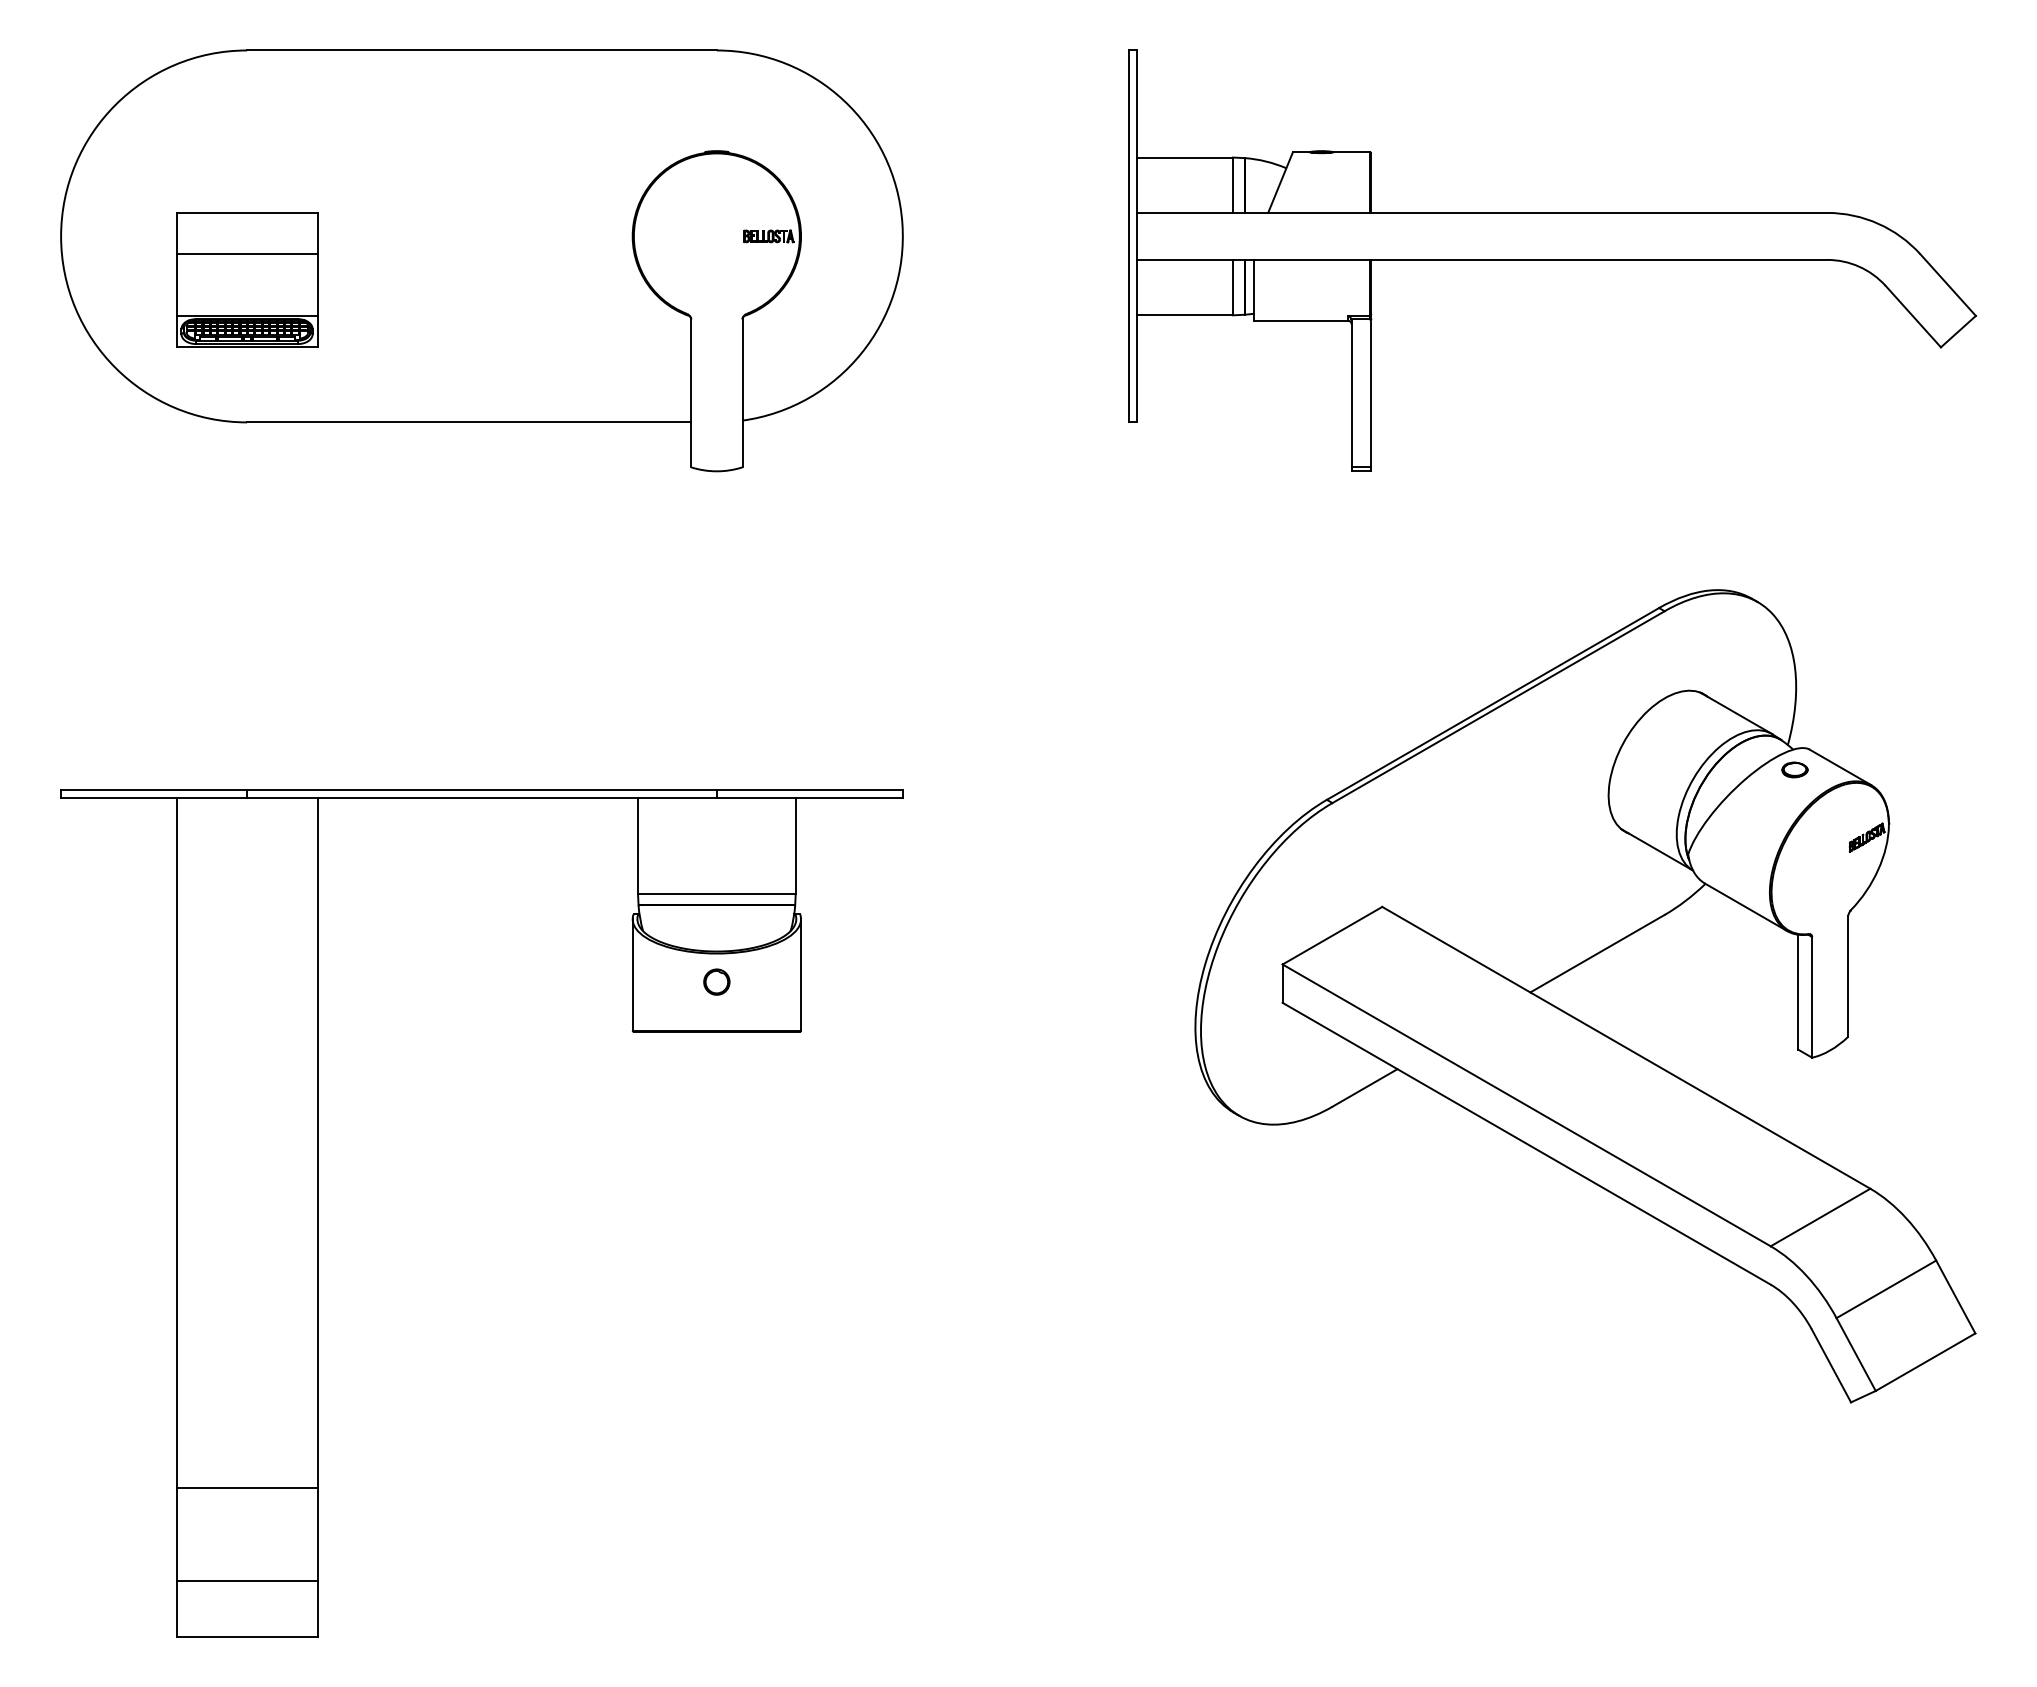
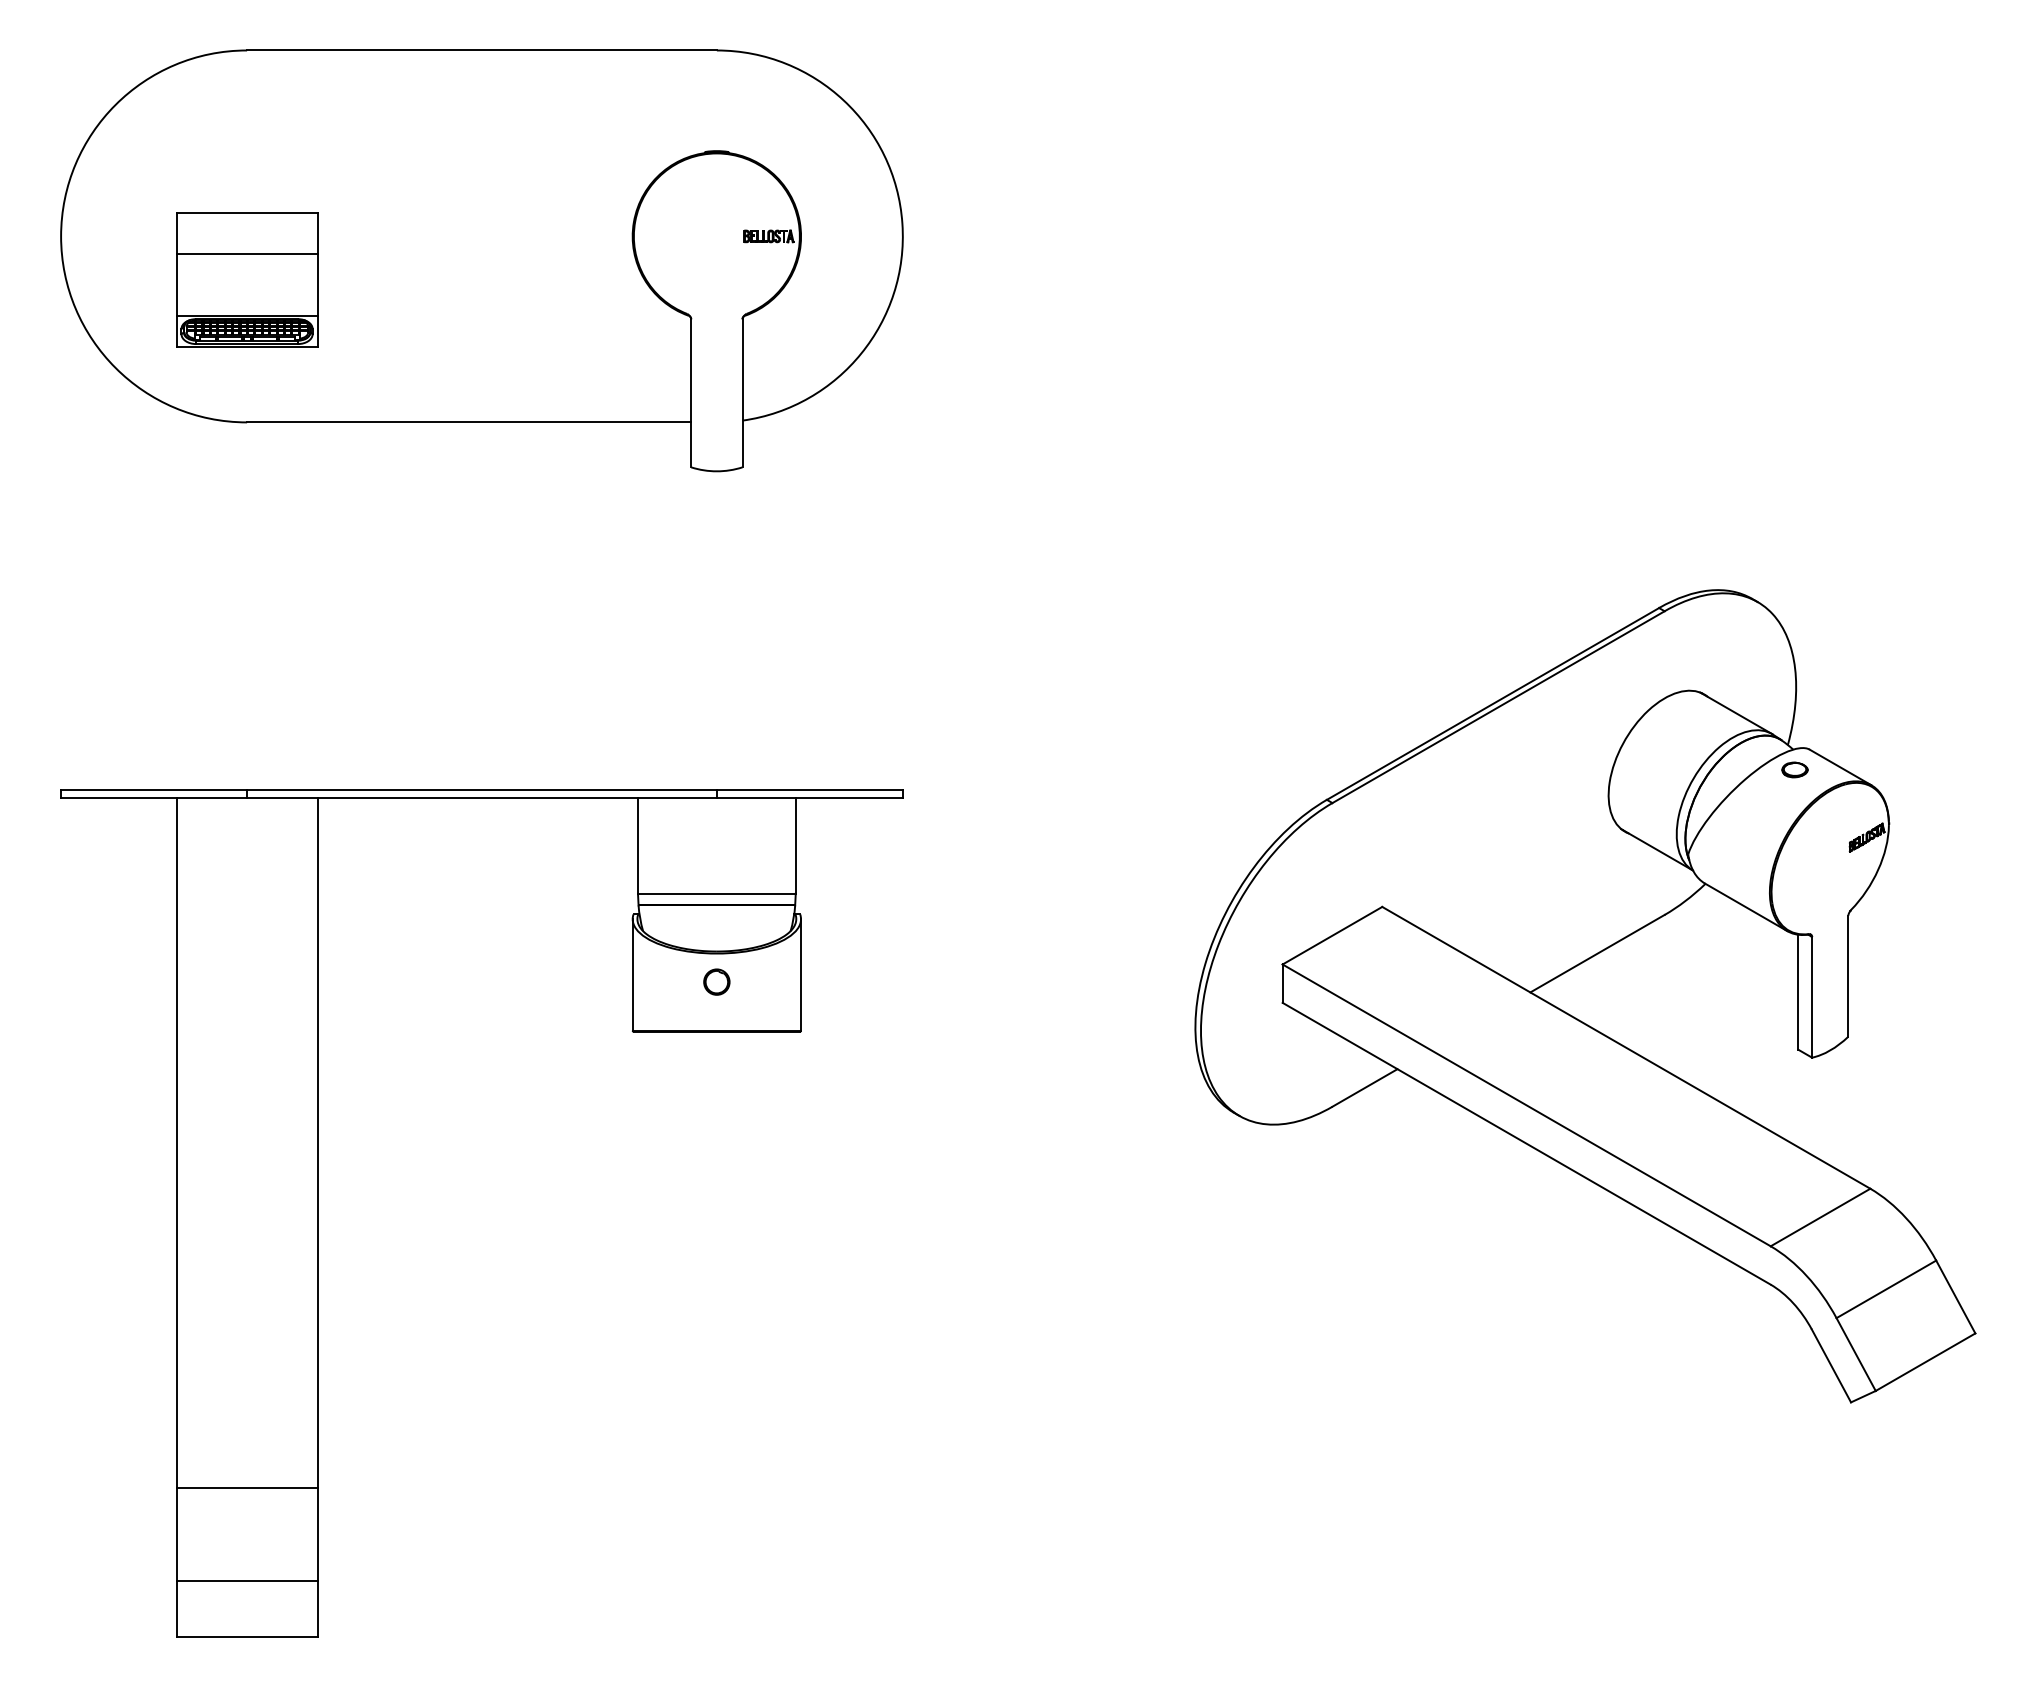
part at (1552, 260): present -> none
